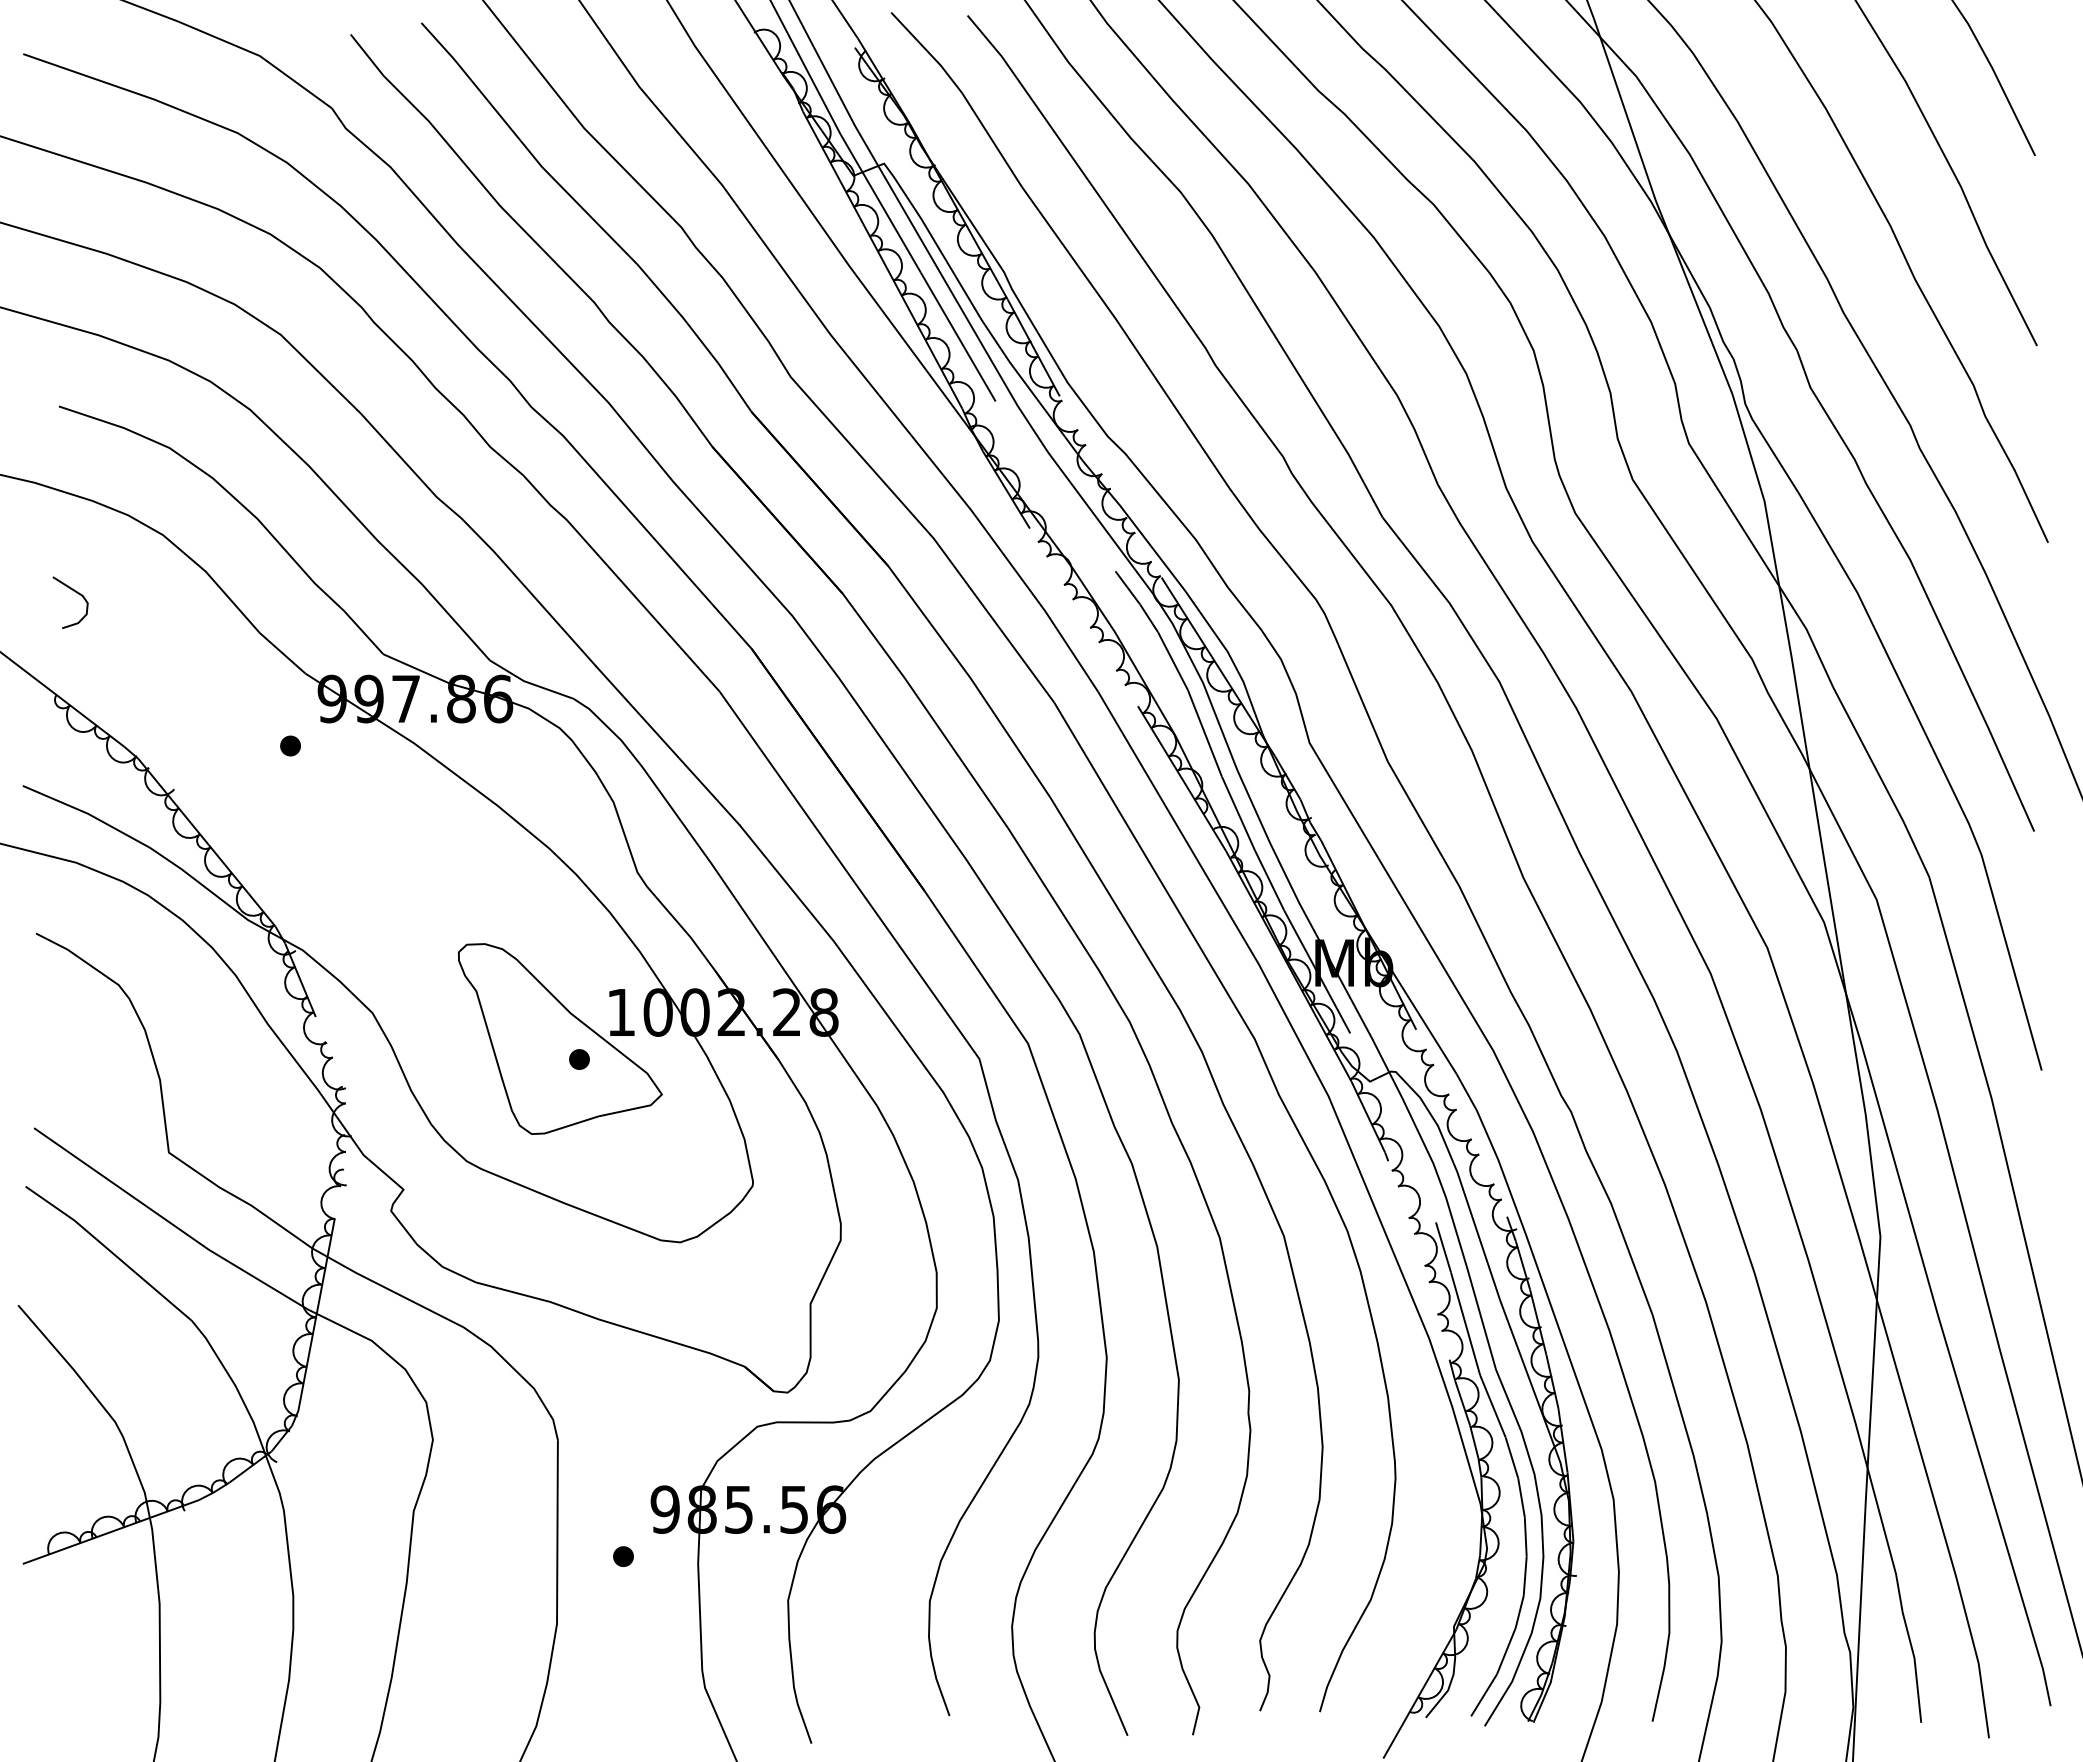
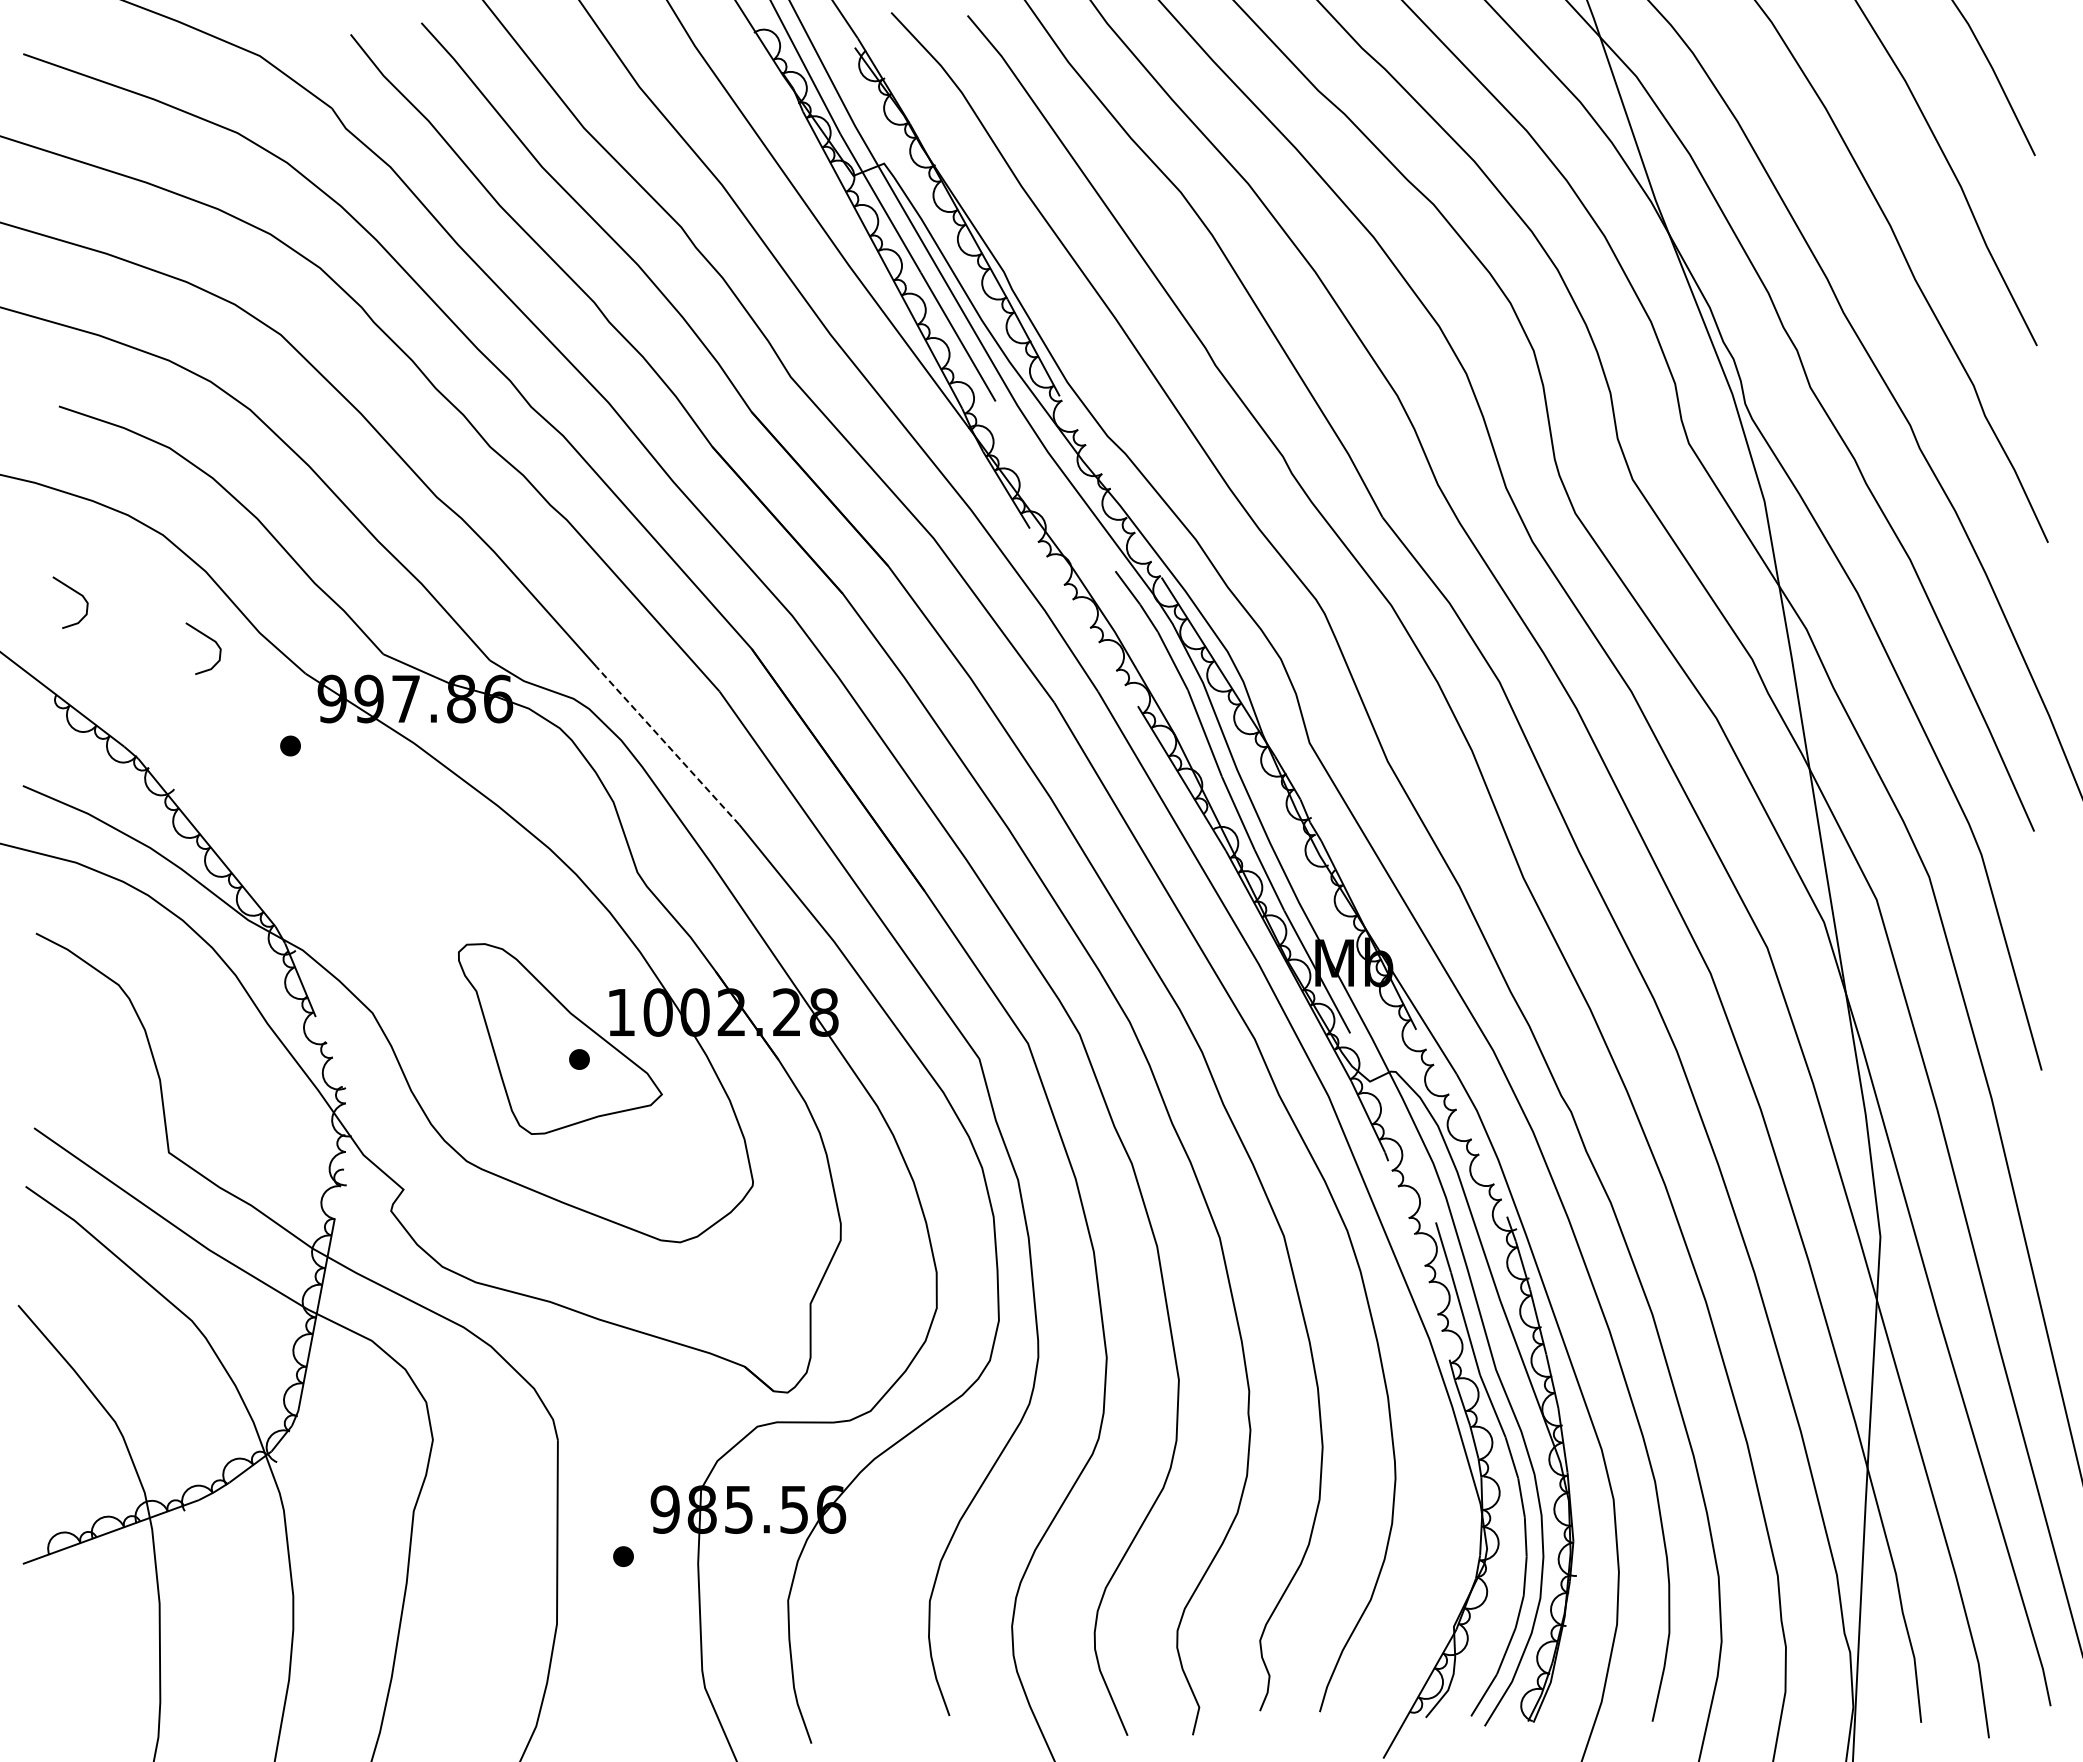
curve at (209, 639): none -> present
line at (667, 745): solid -> dashed
